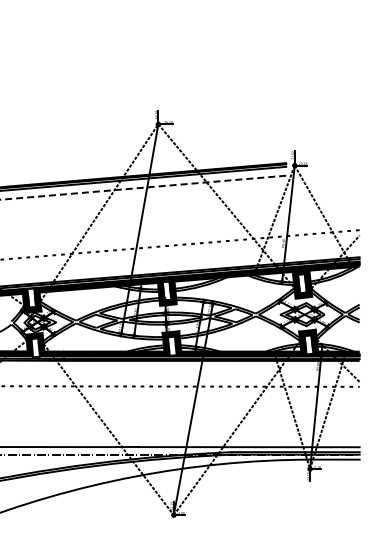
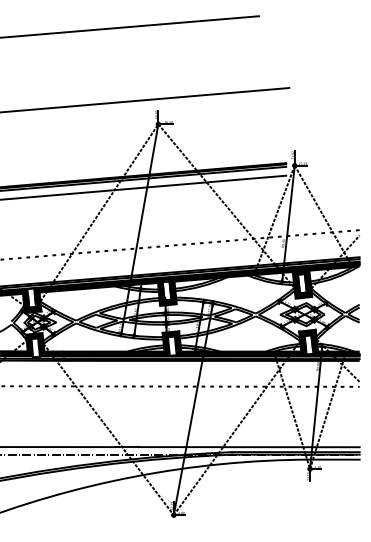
line at (130, 26): none -> present
line at (145, 100): none -> present
line at (142, 187): dashed -> solid
